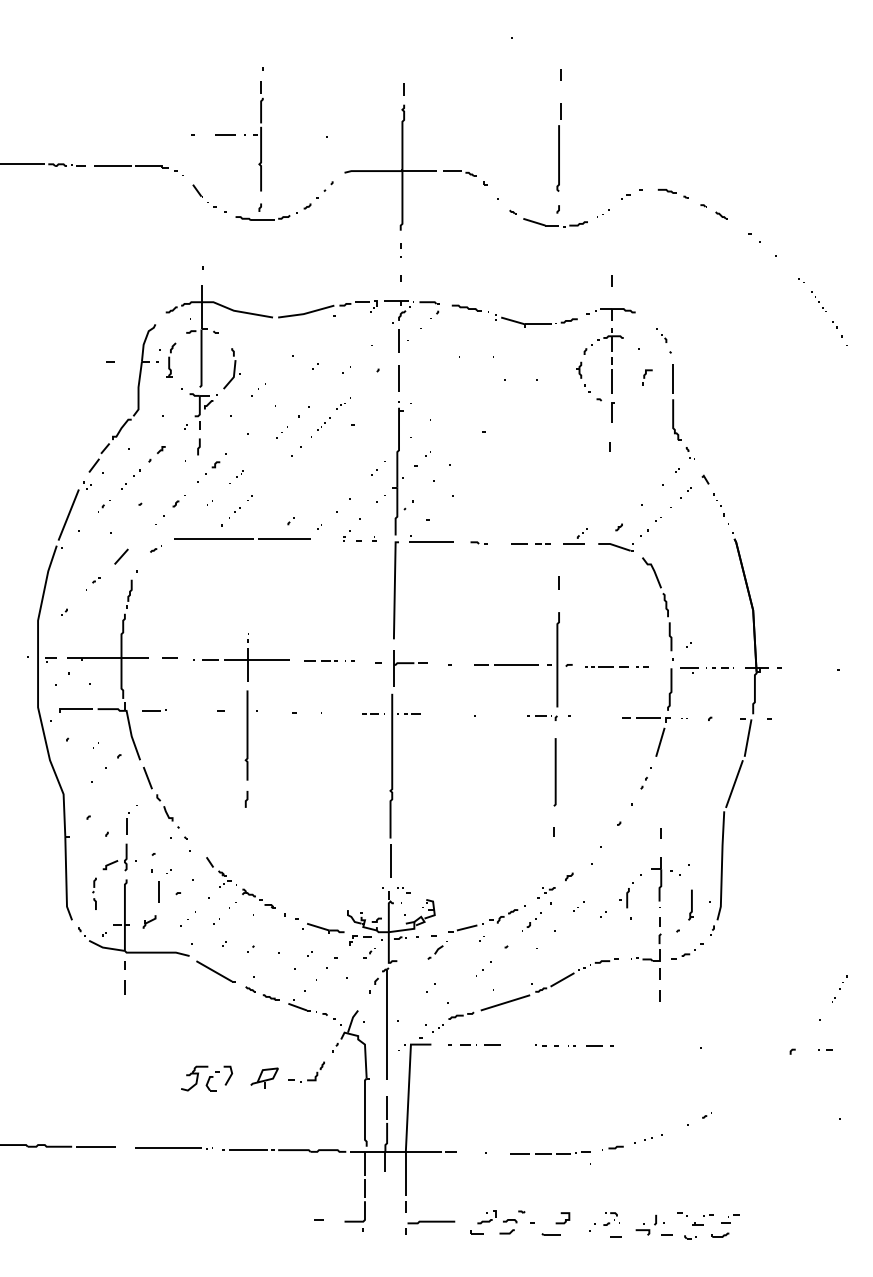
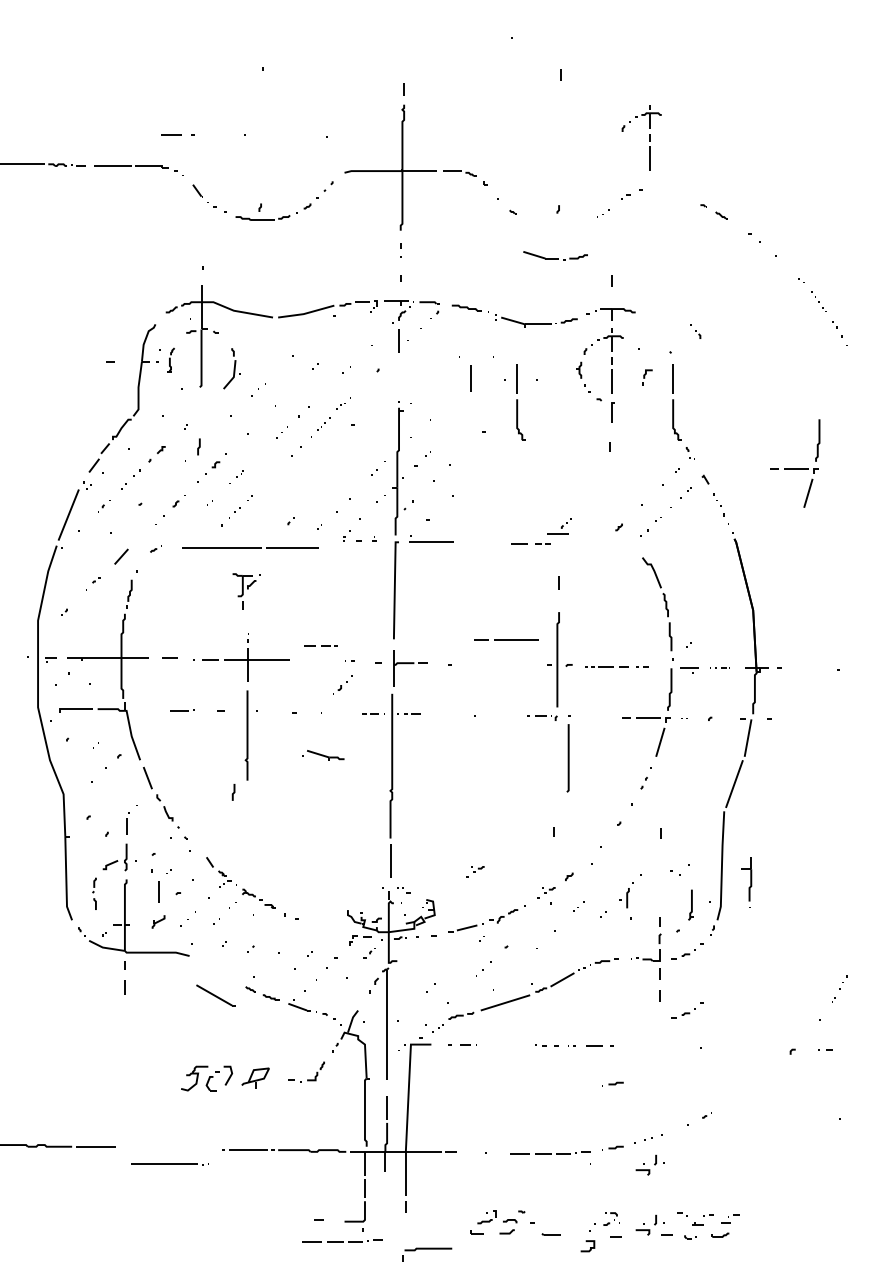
line at (225, 134) position: (225, 134) -> (171, 134)
part at (258, 136): present -> none
part at (649, 137): none -> present
part at (558, 147): present -> none
part at (672, 193): present -> none
part at (555, 222) position: (555, 222) -> (555, 255)
part at (661, 335) position: (661, 335) -> (695, 331)
part at (171, 359) size: 11x36 px -> 8x26 px
line at (398, 378) position: (398, 378) -> (470, 378)
part at (520, 402): none -> present
part at (203, 411) position: (203, 411) -> (246, 591)
part at (795, 463): none -> present
part at (575, 536) position: (575, 536) -> (559, 526)
line at (242, 538) position: (242, 538) -> (250, 547)
part at (478, 542): present -> none
part at (615, 547): present -> none
line at (321, 660) position: (321, 660) -> (321, 645)
line at (506, 664) position: (506, 664) -> (506, 639)
part at (719, 667) size: 28x2 px -> 20x2 px
part at (154, 710) position: (154, 710) -> (182, 710)
line at (554, 772) position: (554, 772) -> (567, 758)
line at (246, 799) position: (246, 799) -> (233, 792)
part at (475, 871): none -> present
part at (656, 882) position: (656, 882) -> (746, 882)
part at (149, 921) position: (149, 921) -> (158, 921)
part at (531, 921) position: (531, 921) -> (342, 684)
part at (323, 928) position: (323, 928) -> (323, 755)
part at (437, 950): present -> none
line at (215, 971) position: (215, 971) -> (215, 995)
part at (687, 1010): none -> present
line at (492, 1044): present -> none
part at (264, 1077) position: (264, 1077) -> (255, 1077)
part at (612, 1083): none -> present
part at (173, 1148) position: (173, 1148) -> (169, 1164)
part at (649, 1164): none -> present
curve at (565, 1219) position: (565, 1219) -> (590, 1247)
part at (430, 1227) position: (430, 1227) -> (427, 1254)
part at (342, 1240): none -> present
